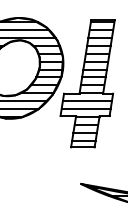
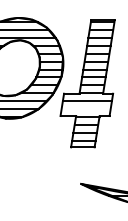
line at (85, 109): present -> none
